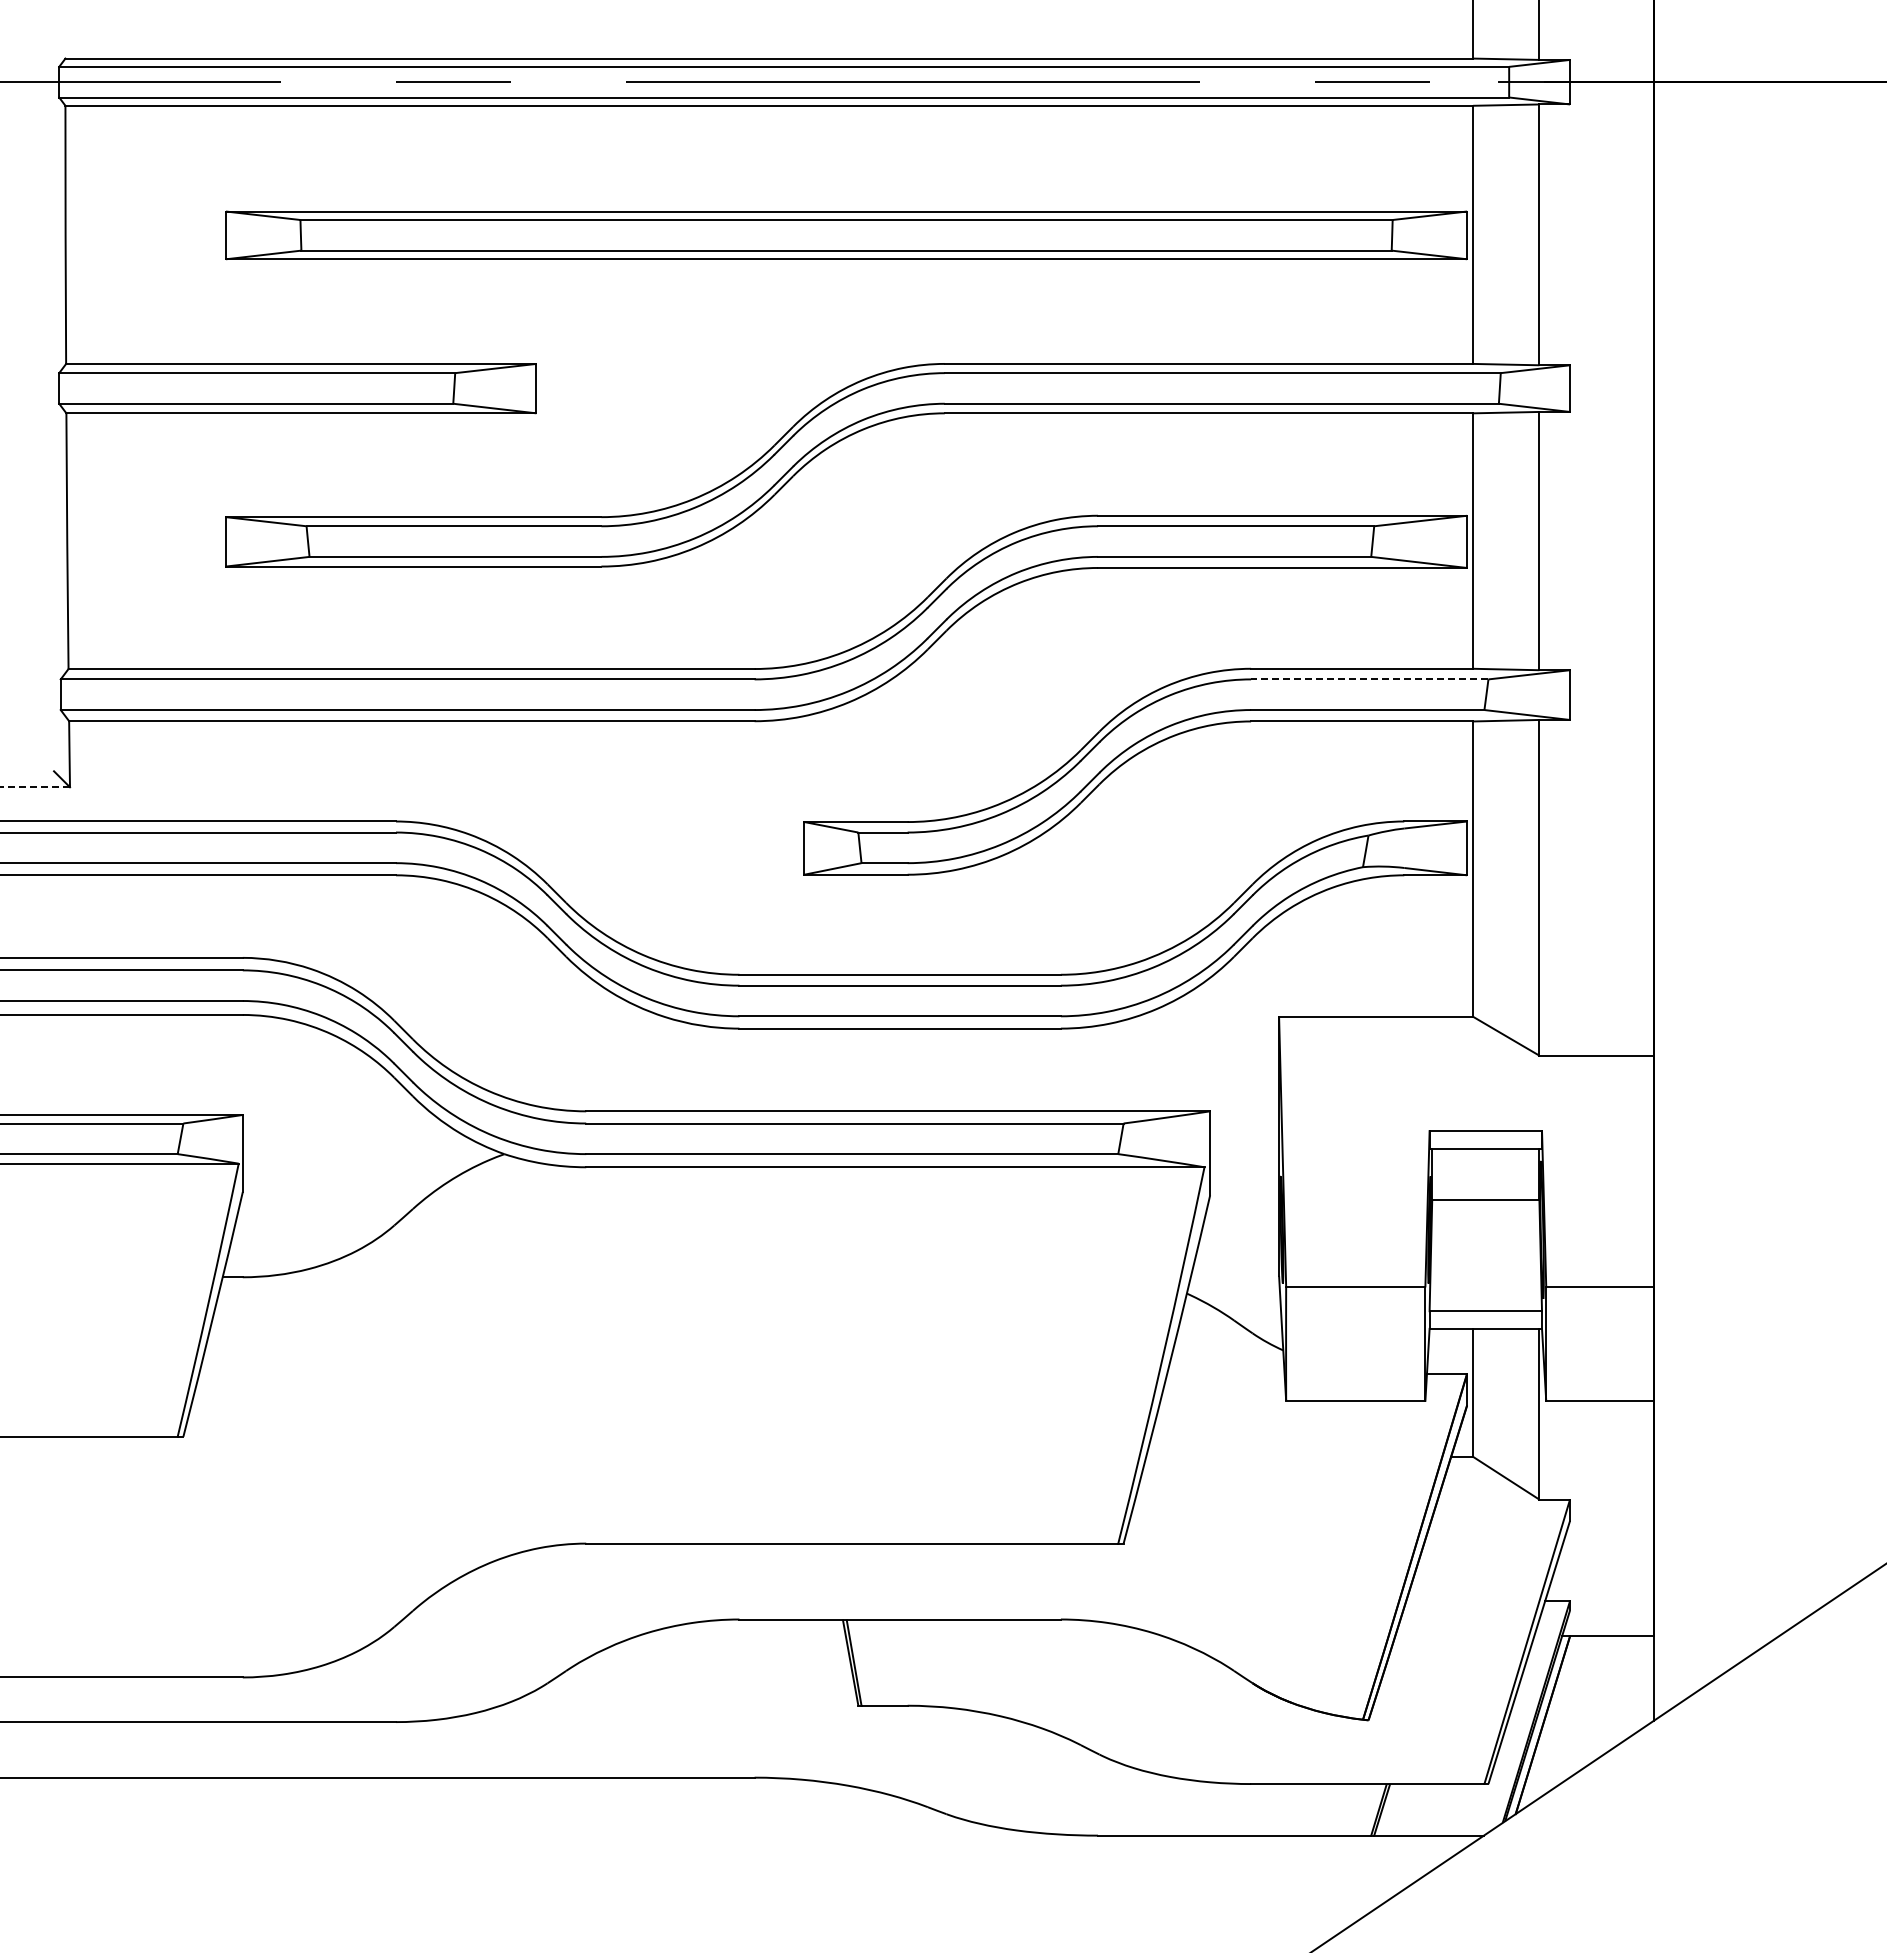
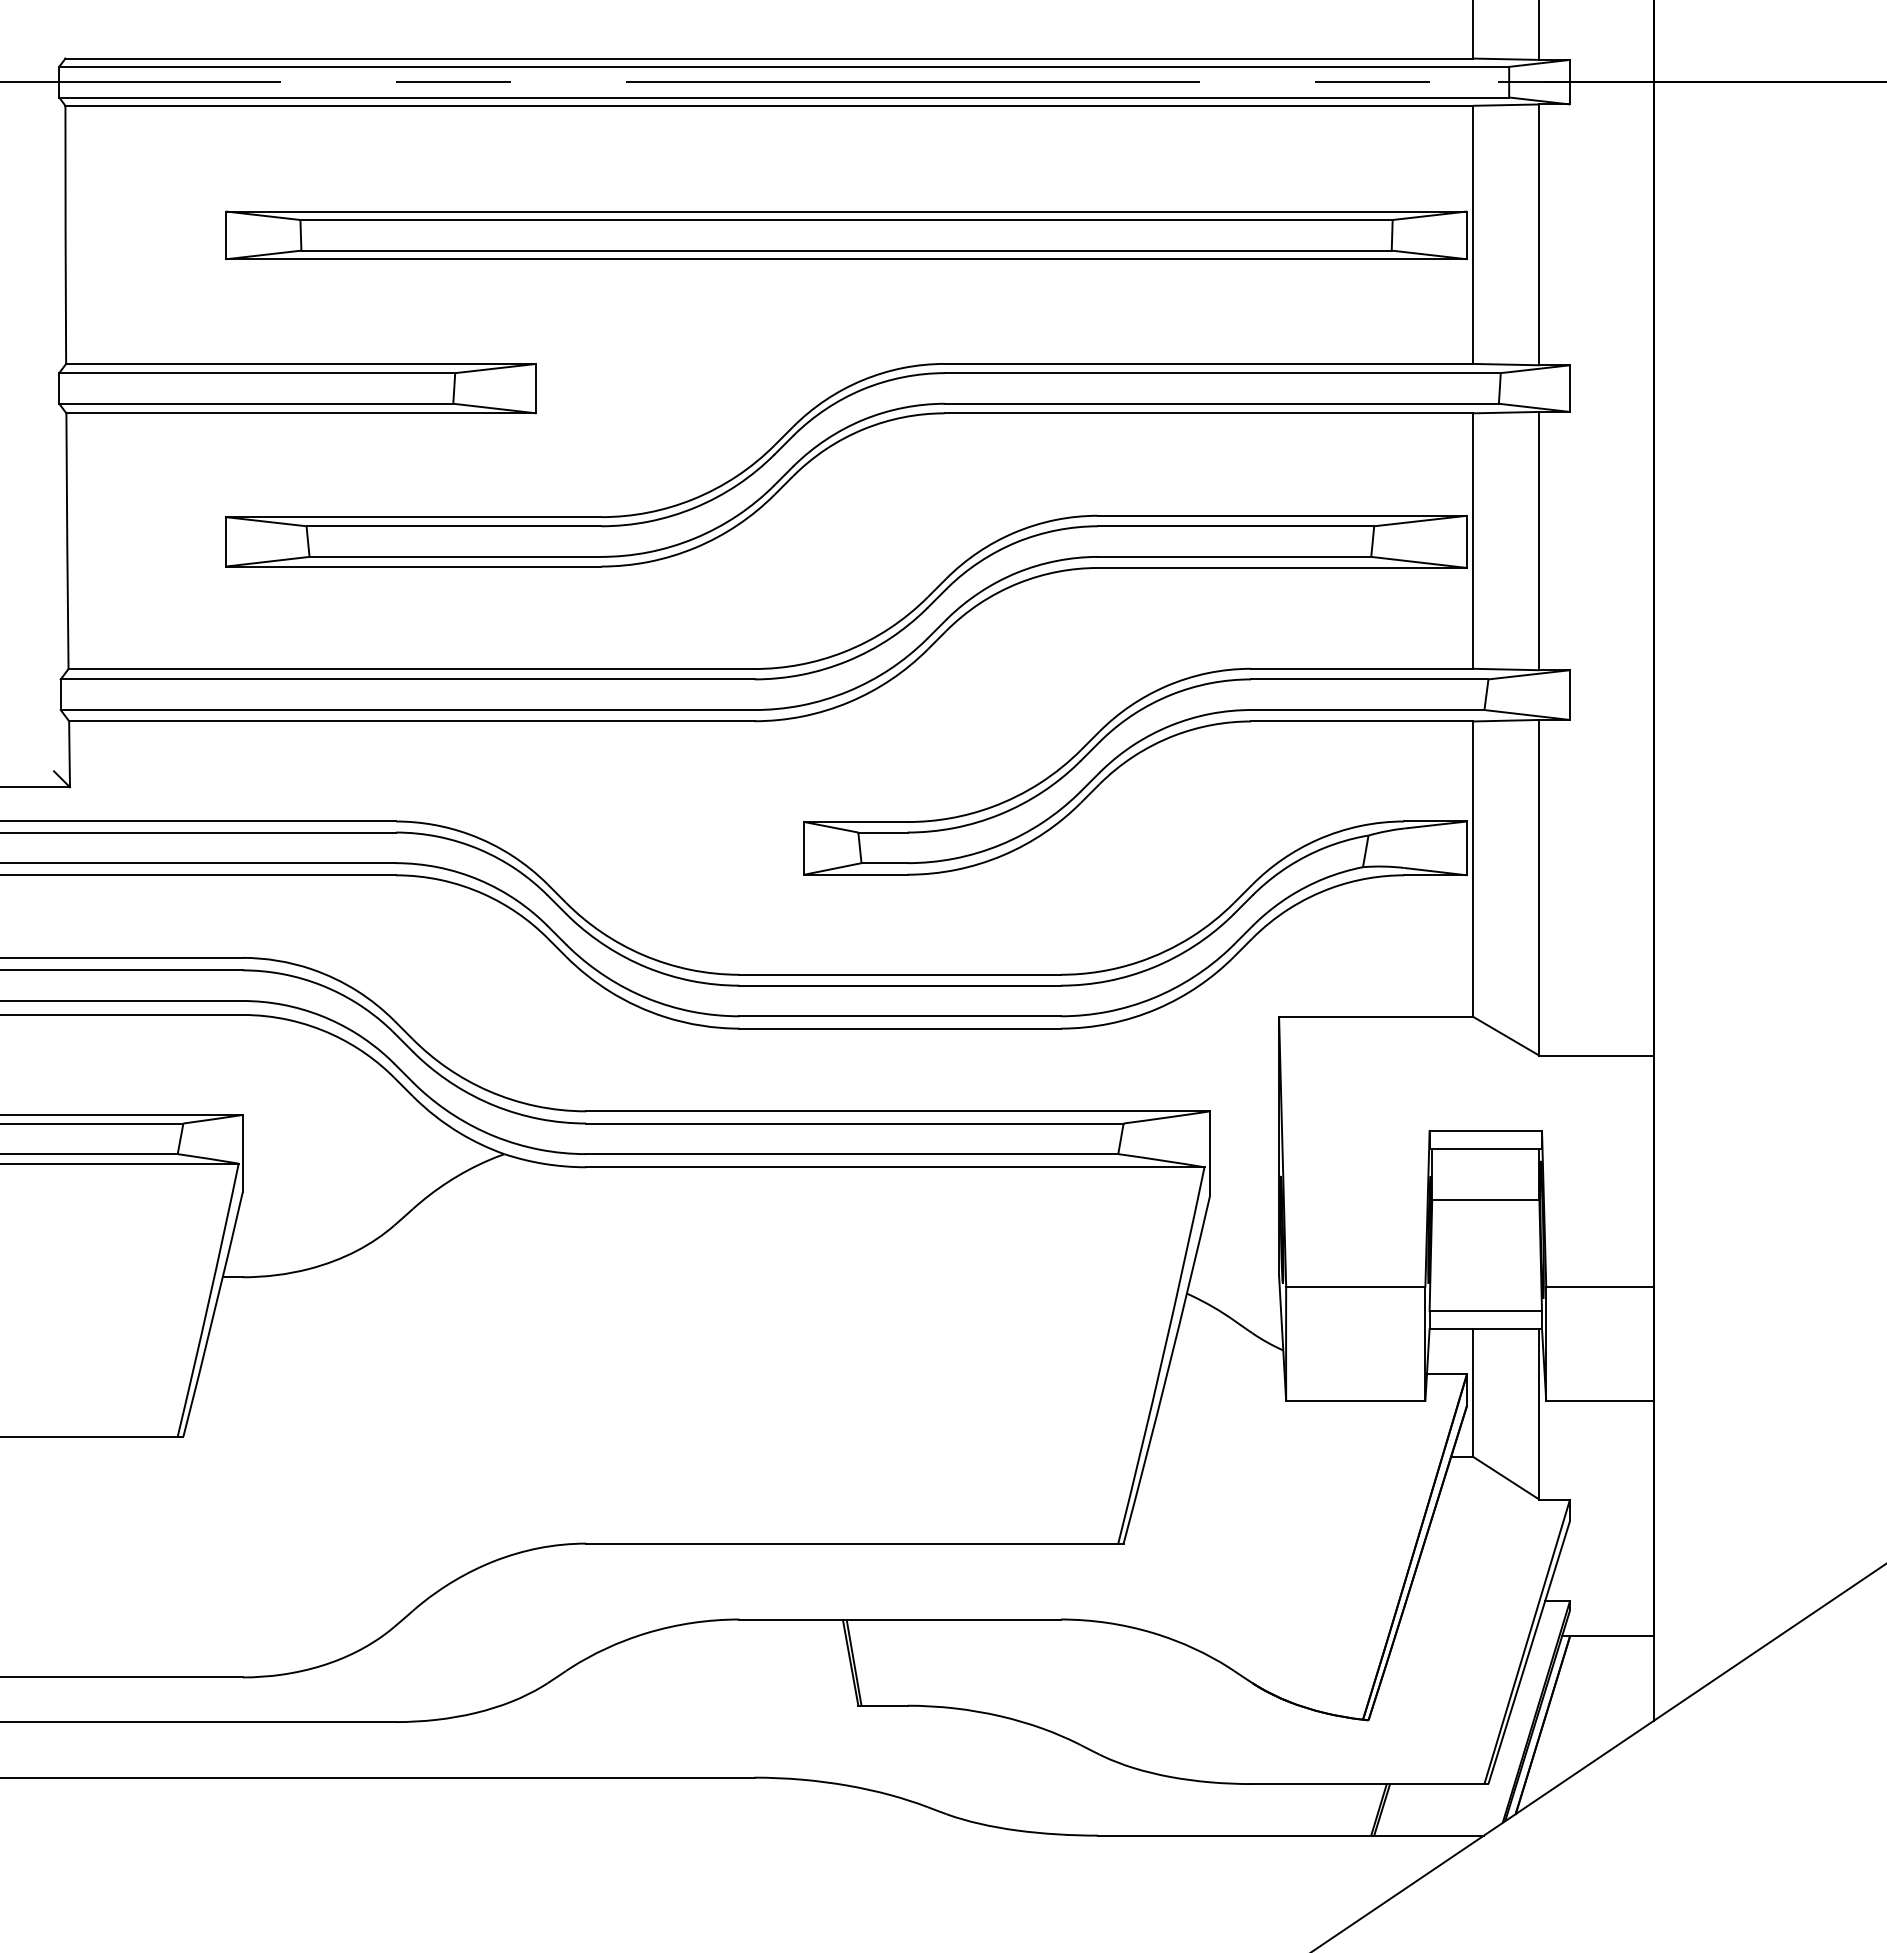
line at (1369, 679): dashed -> solid
line at (35, 787): dashed -> solid
